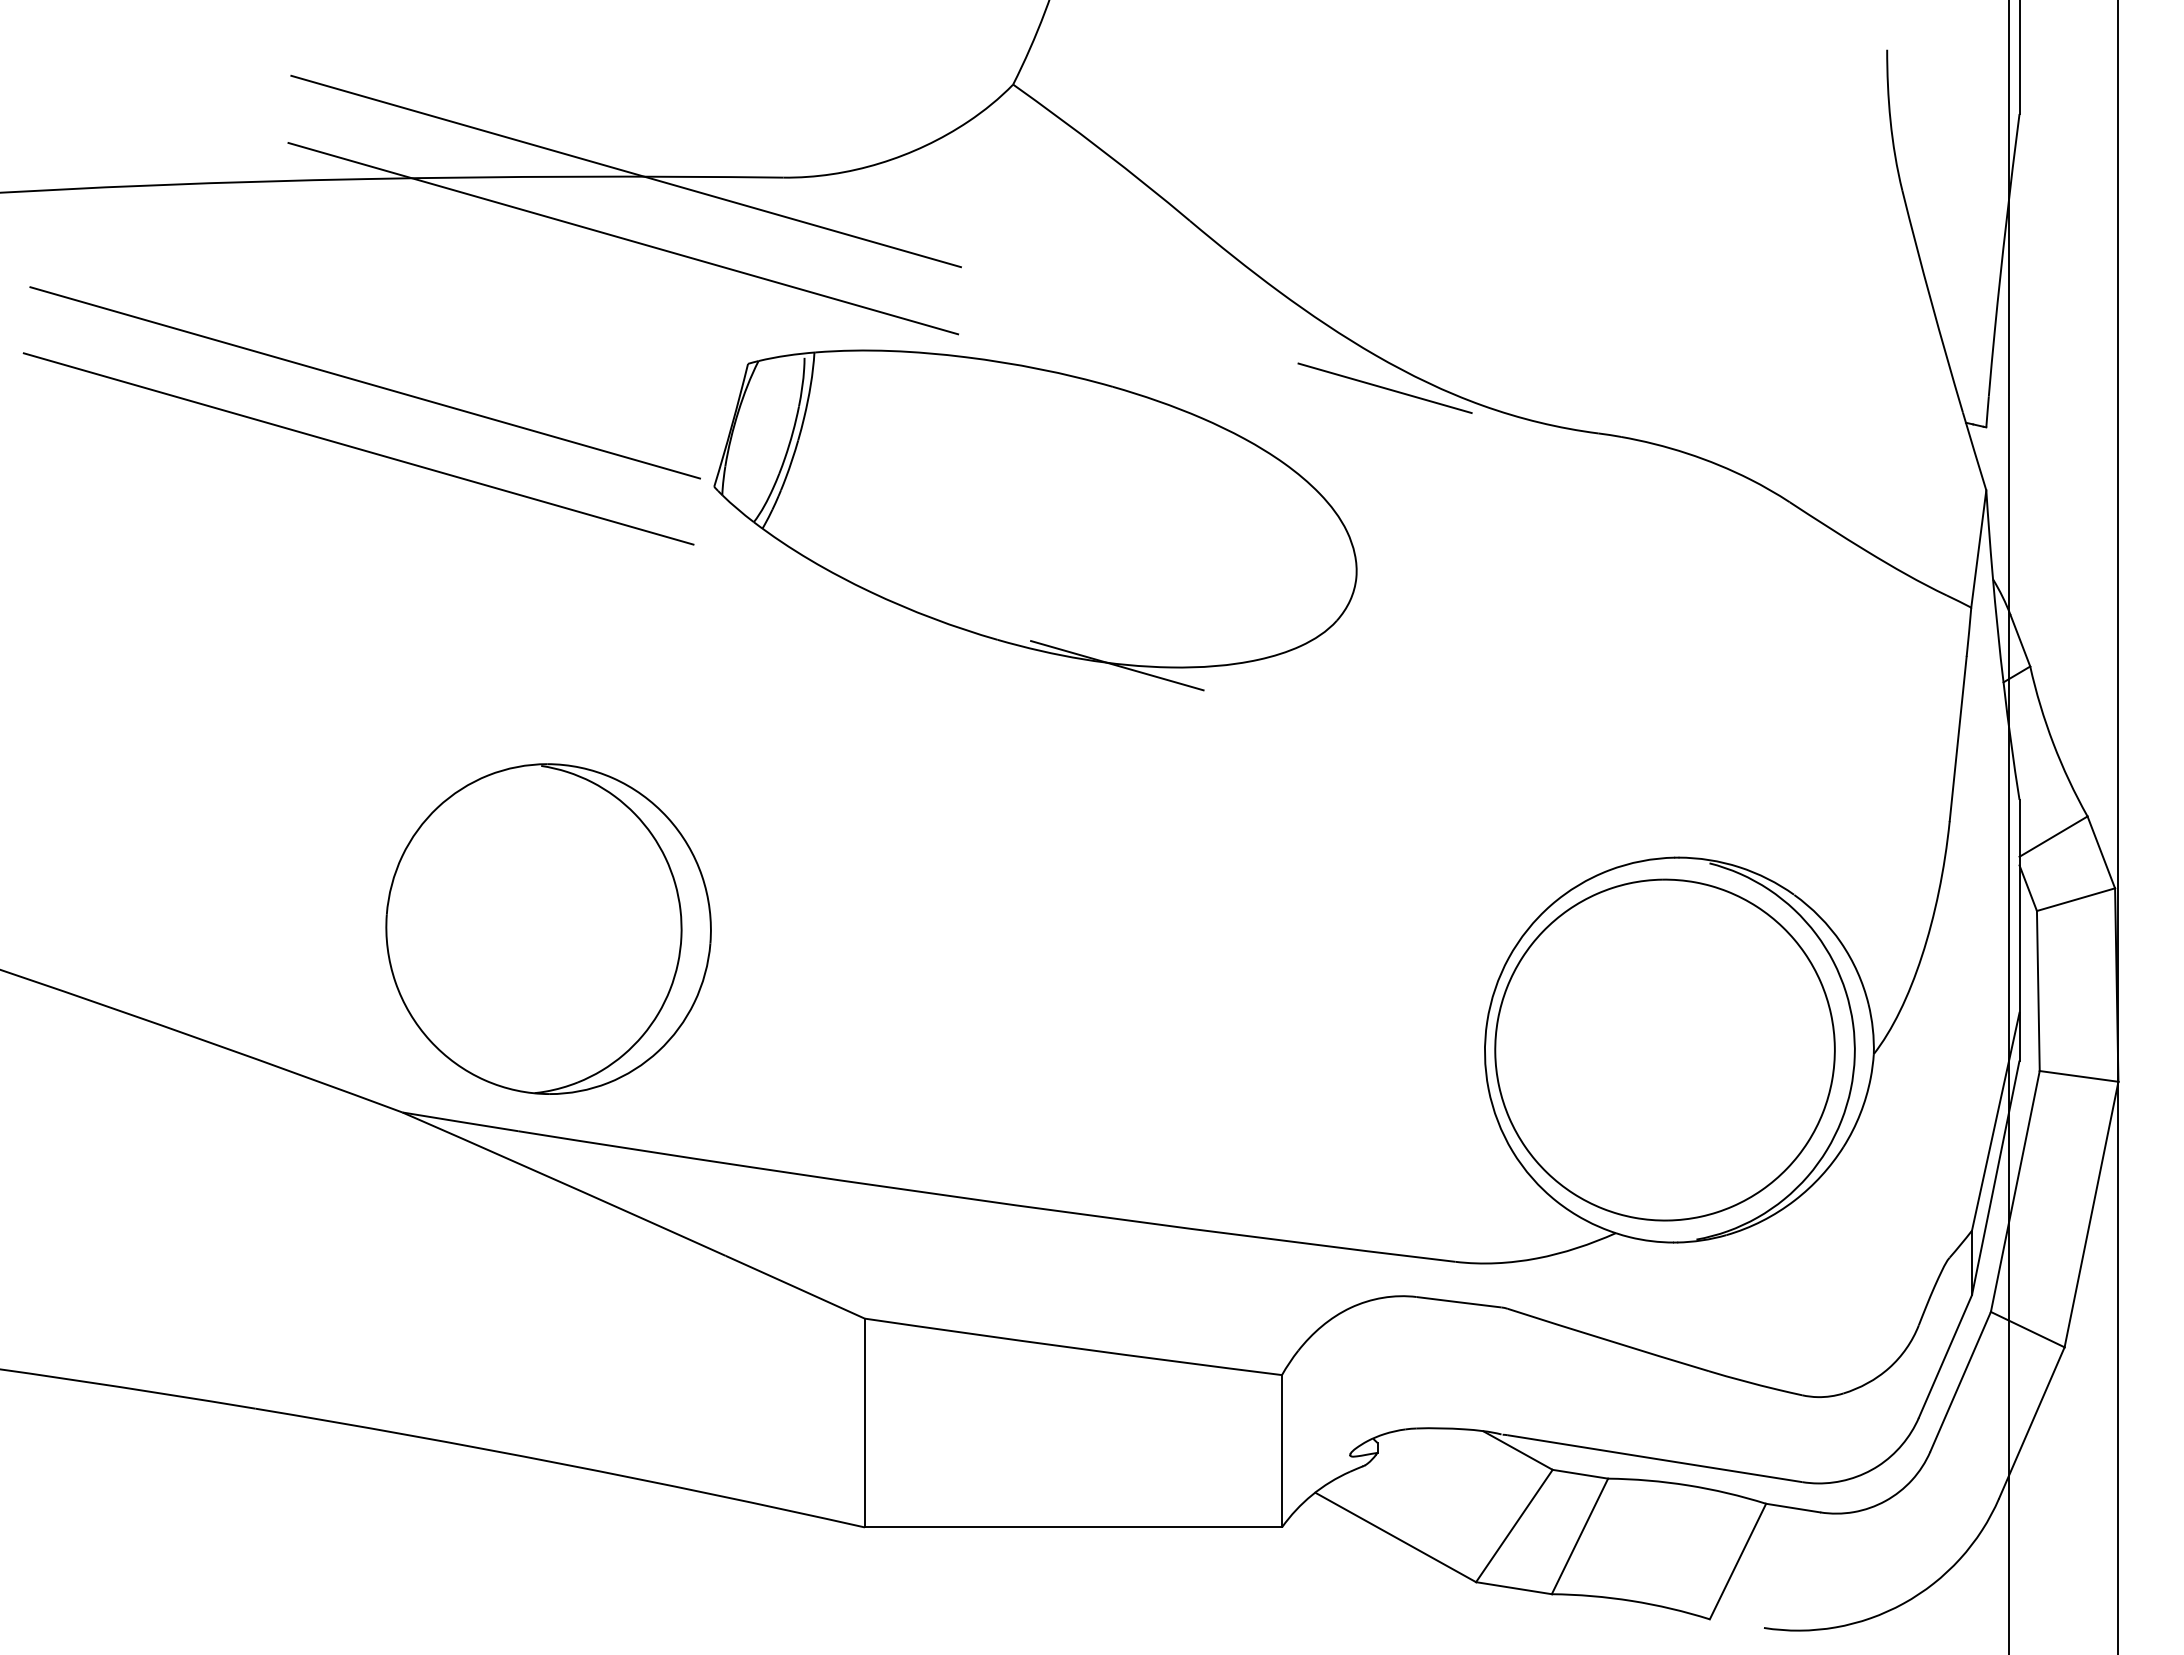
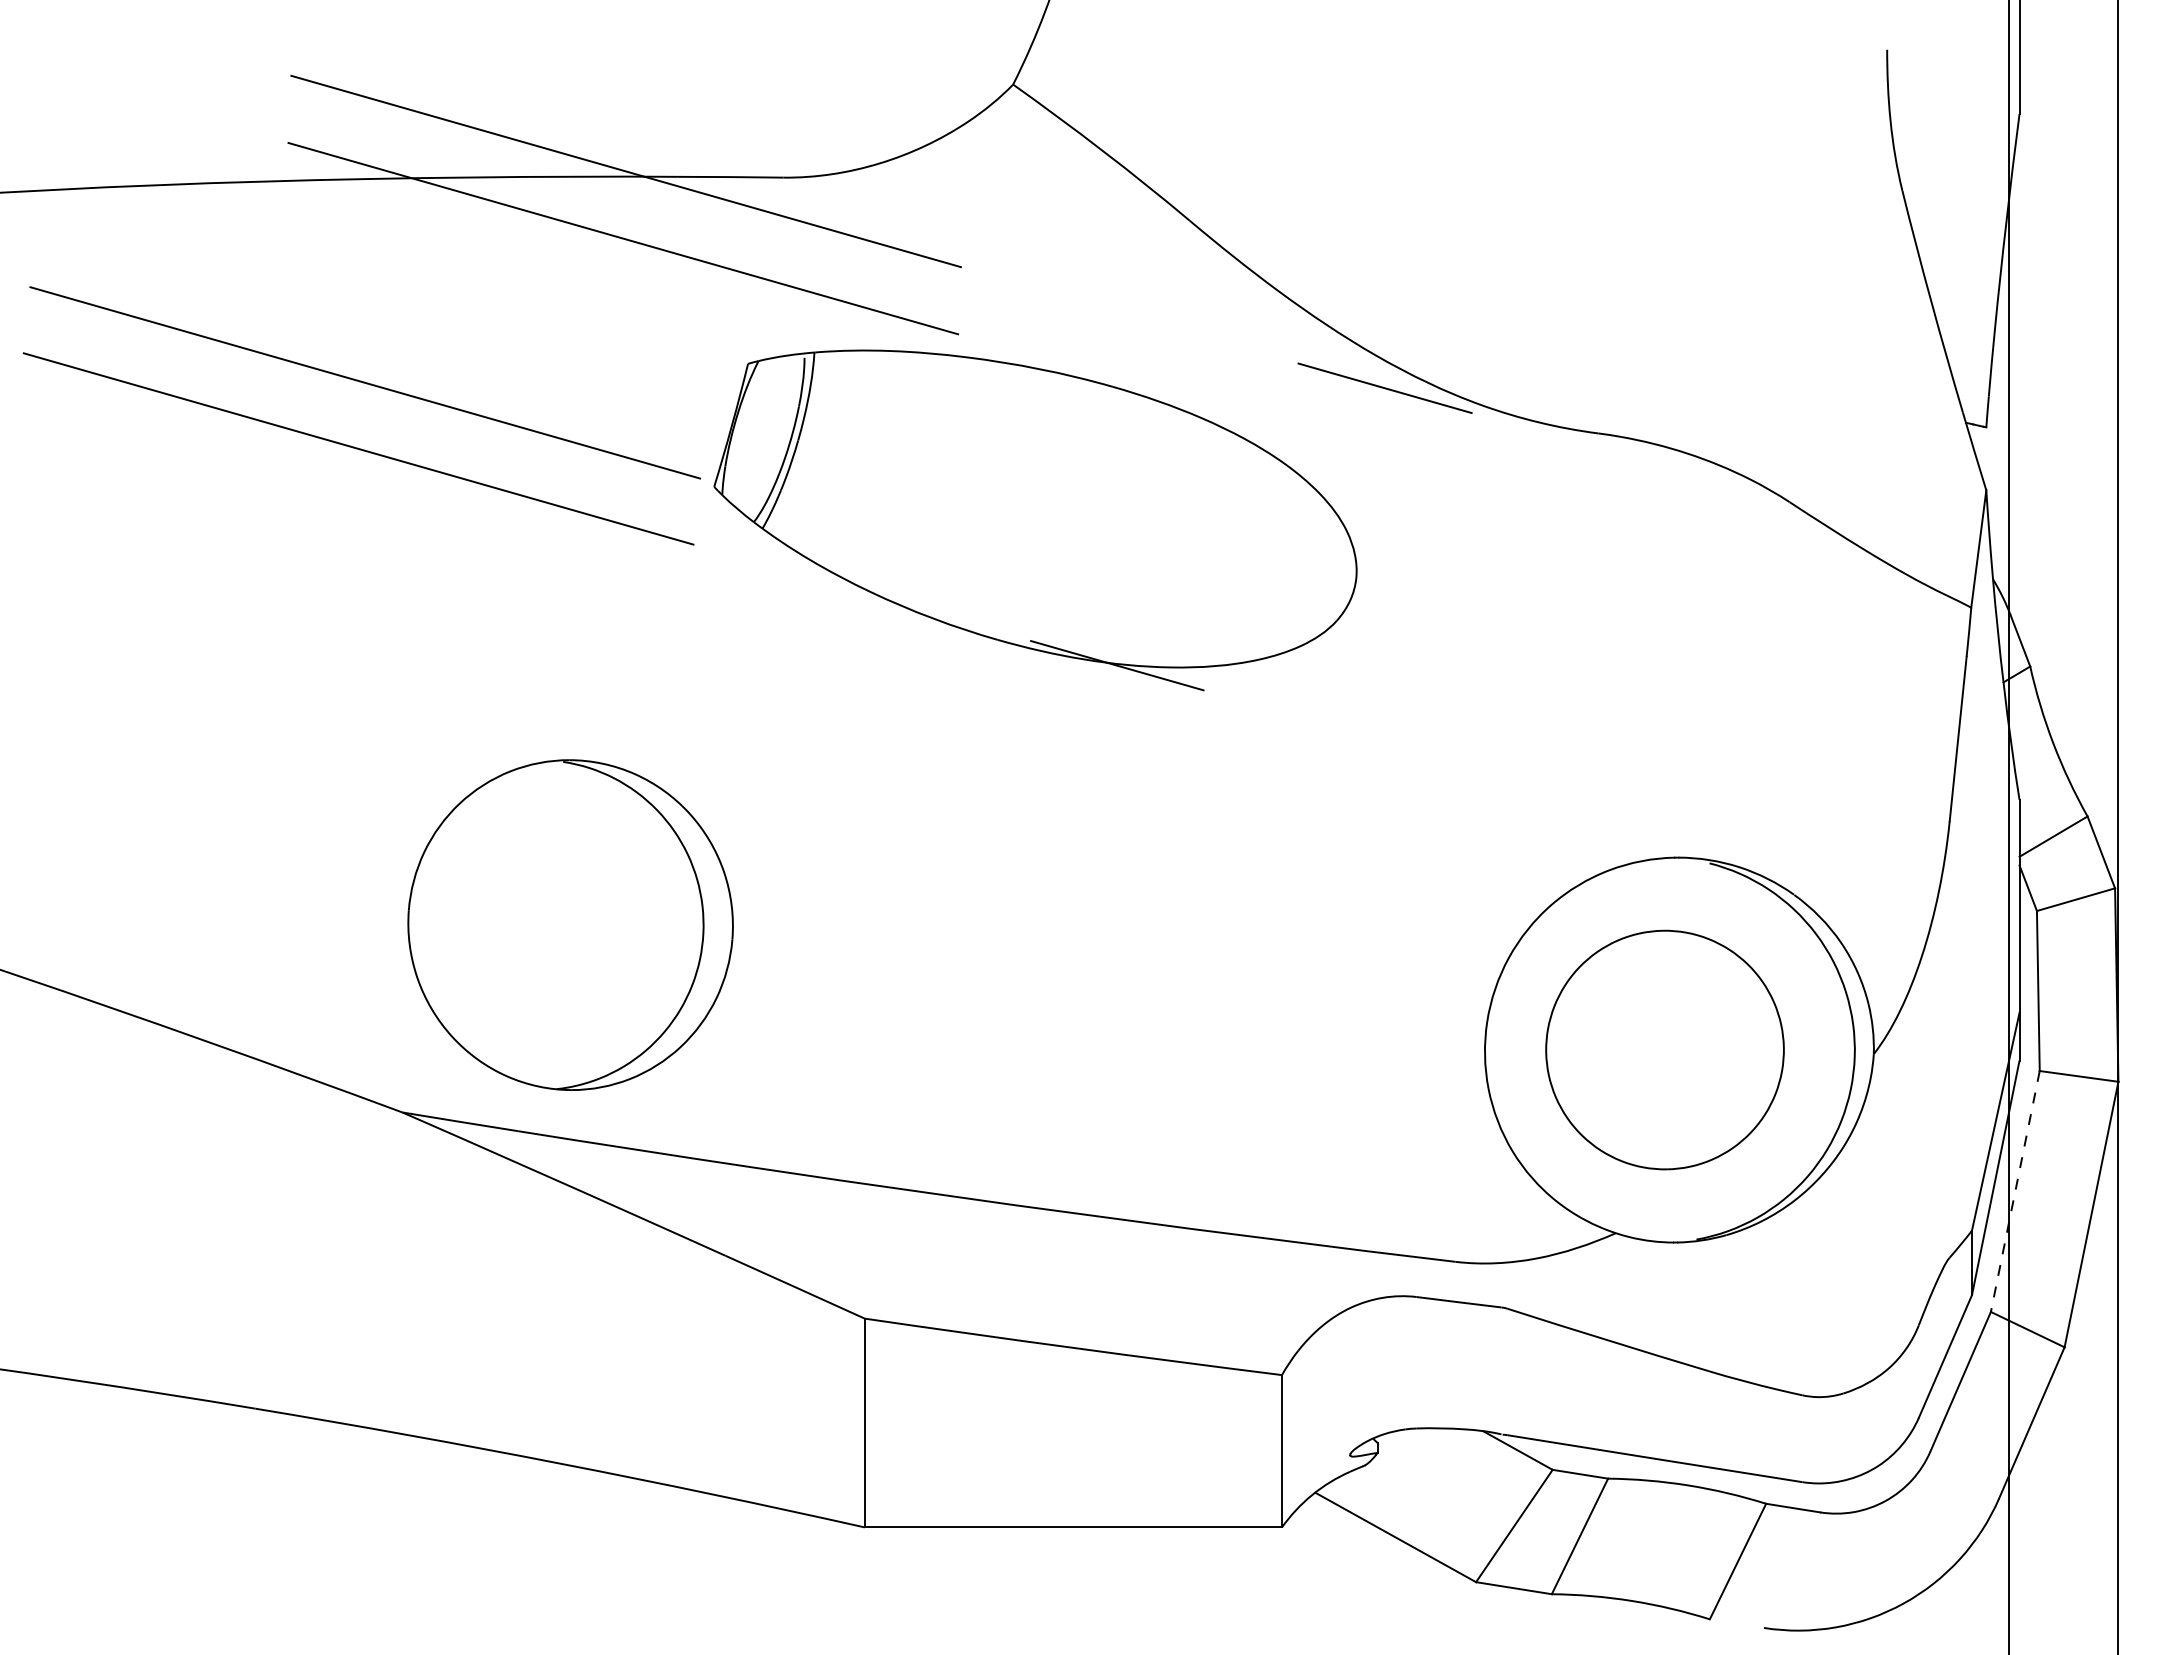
part at (548, 928) position: (548, 928) -> (570, 924)
part at (1664, 1049) size: 342x344 px -> 240x242 px
line at (2015, 1191): solid -> dashed
